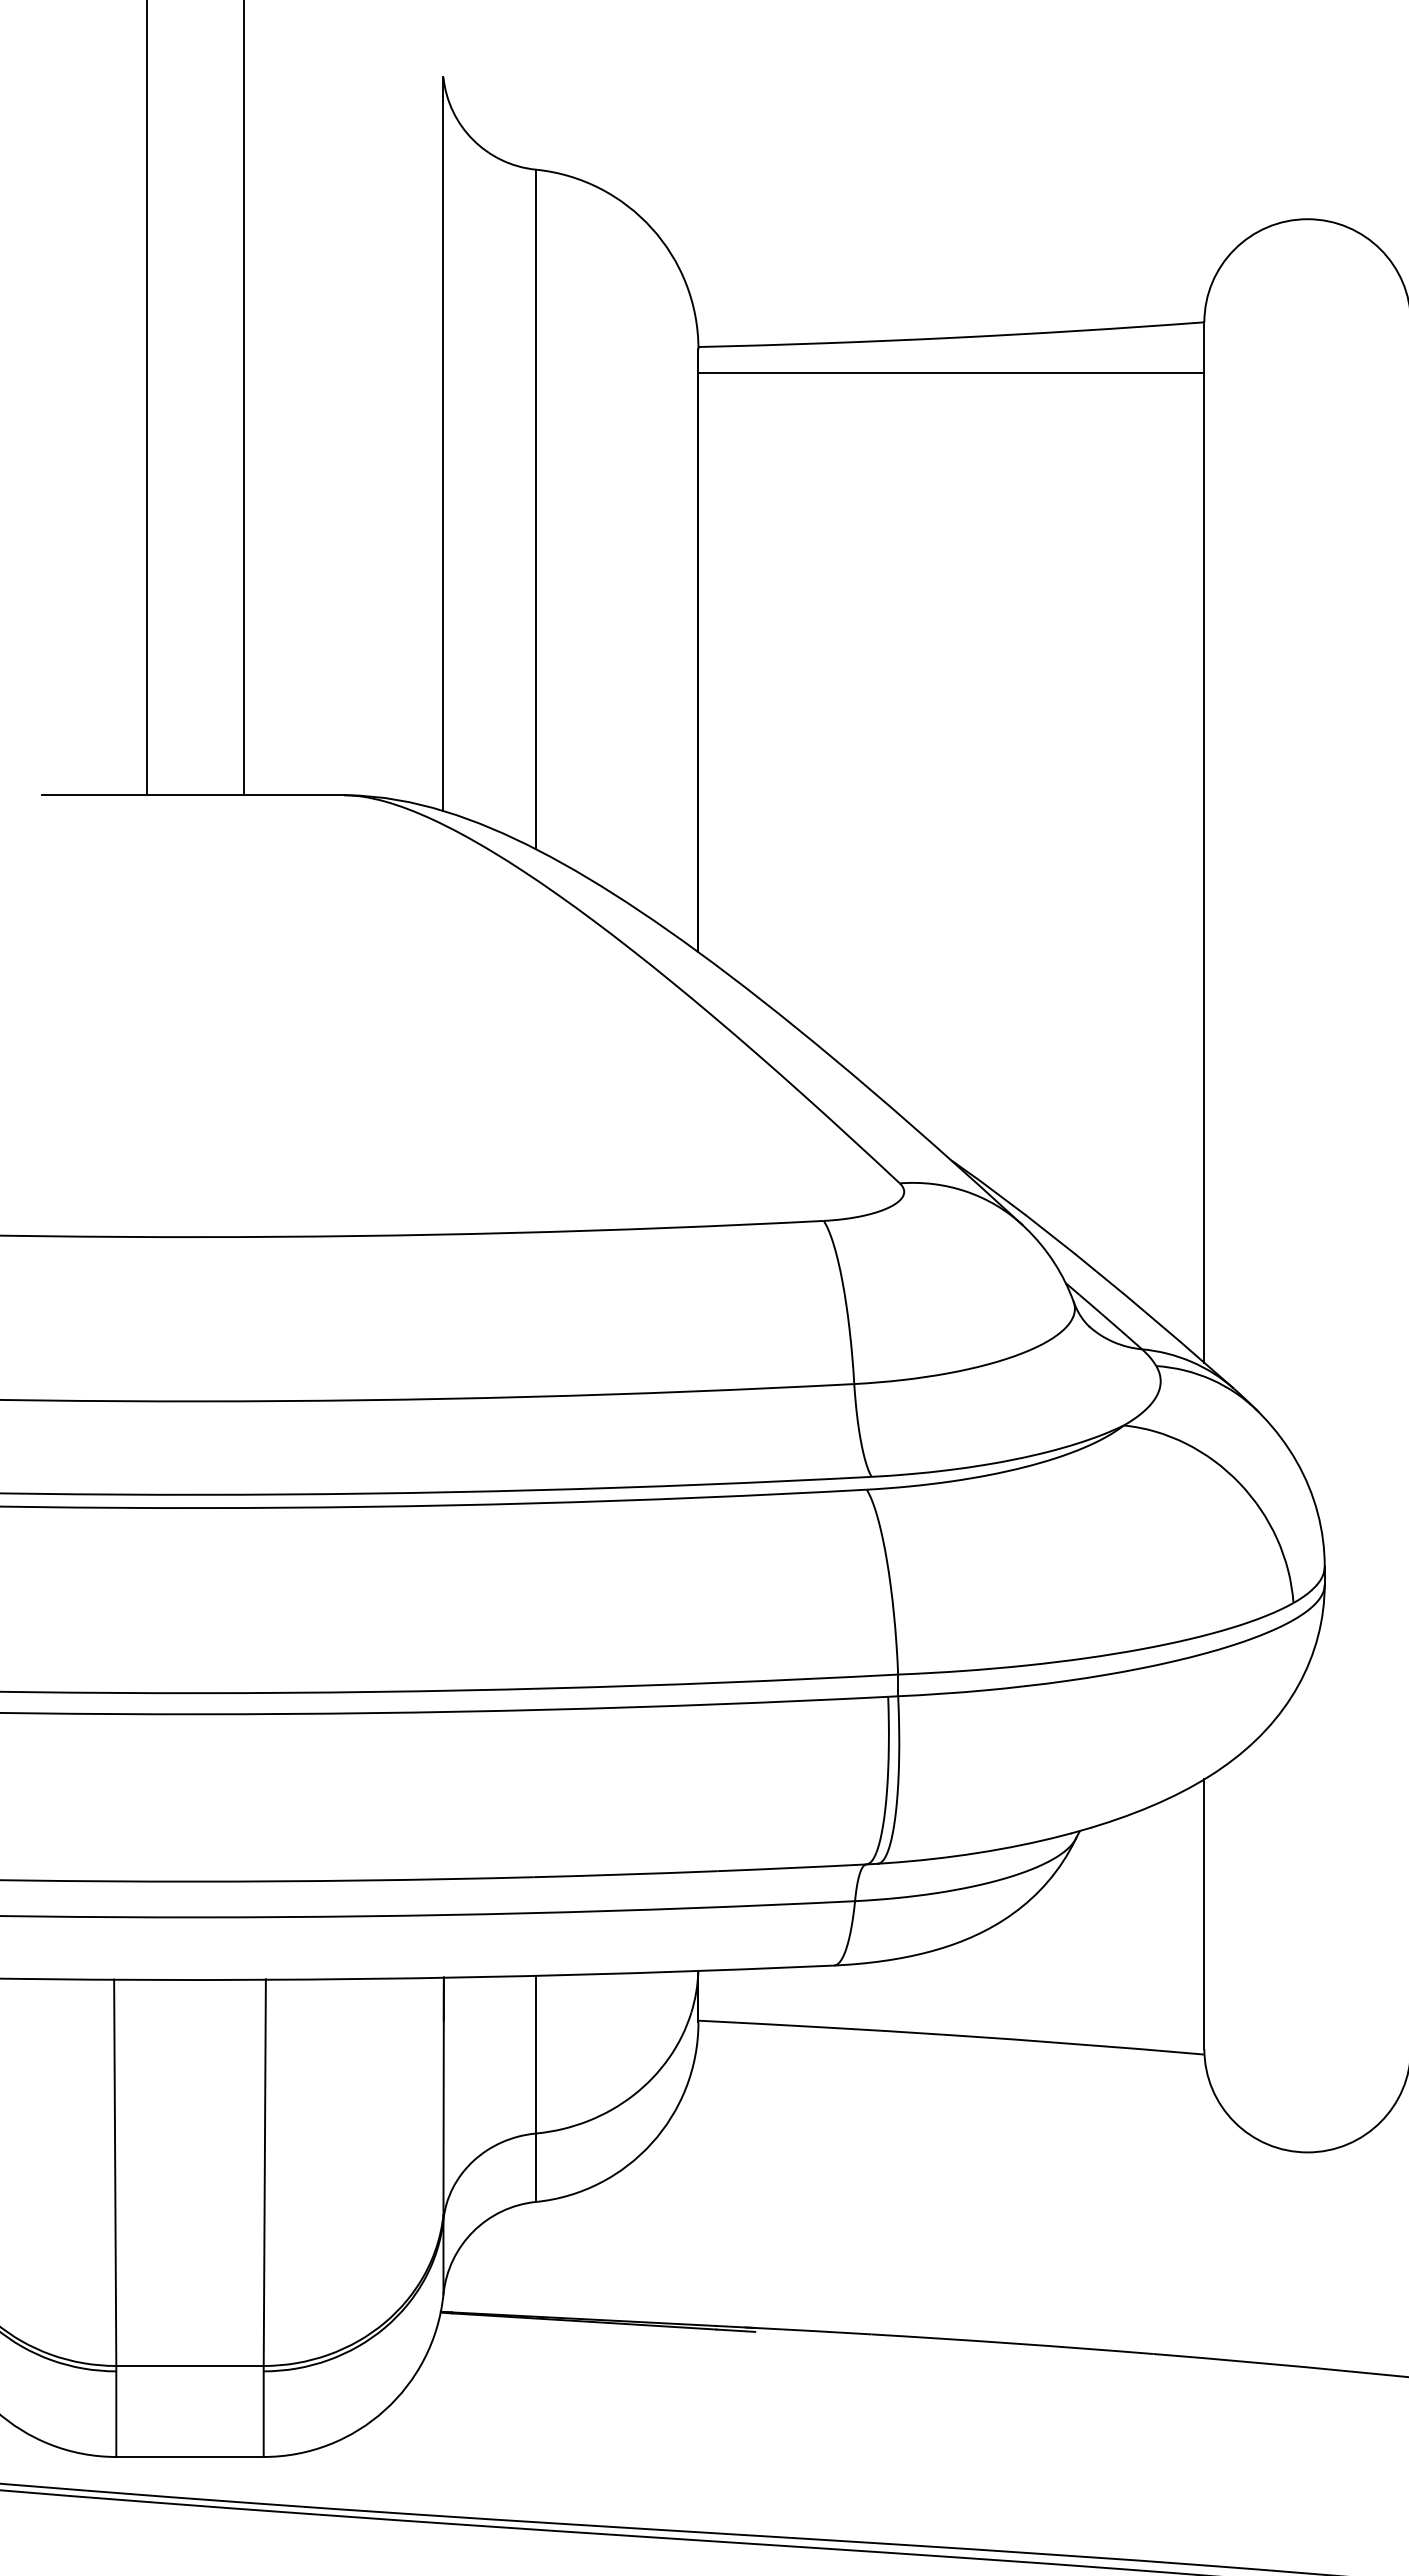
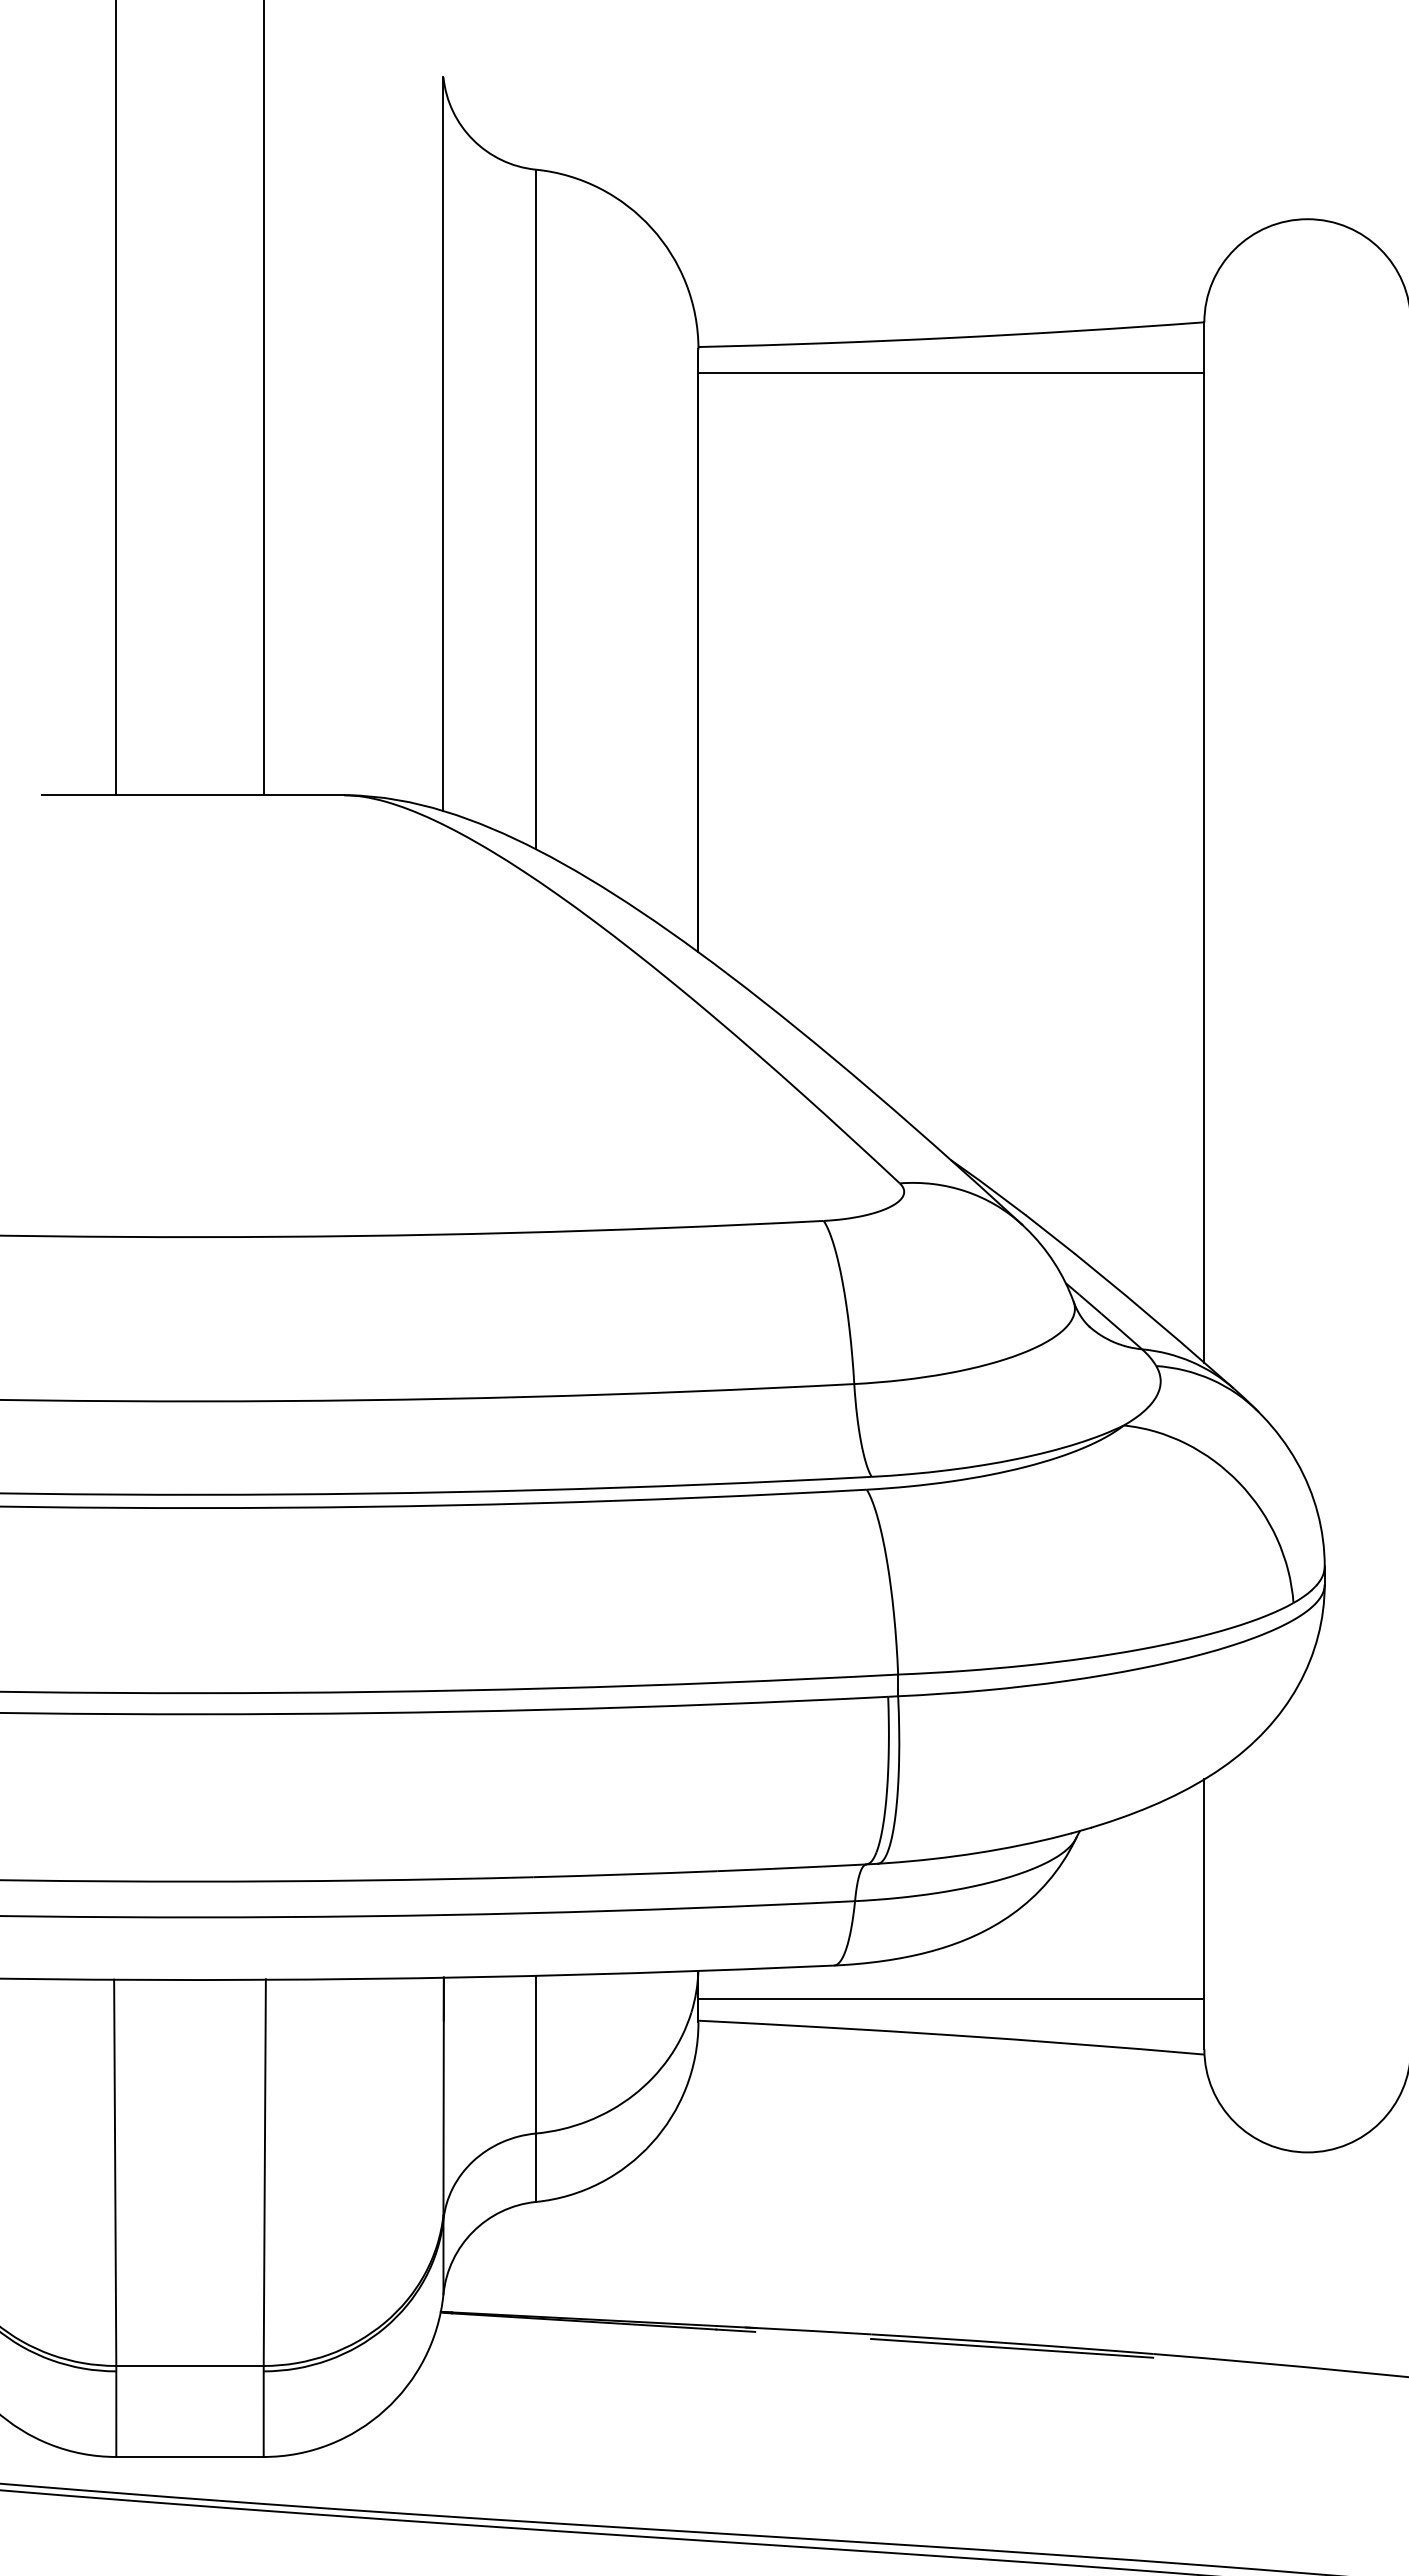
line at (147, 398) position: (147, 398) -> (116, 398)
line at (243, 398) position: (243, 398) -> (263, 398)
line at (951, 1998): none -> present
line at (1012, 2347): none -> present
